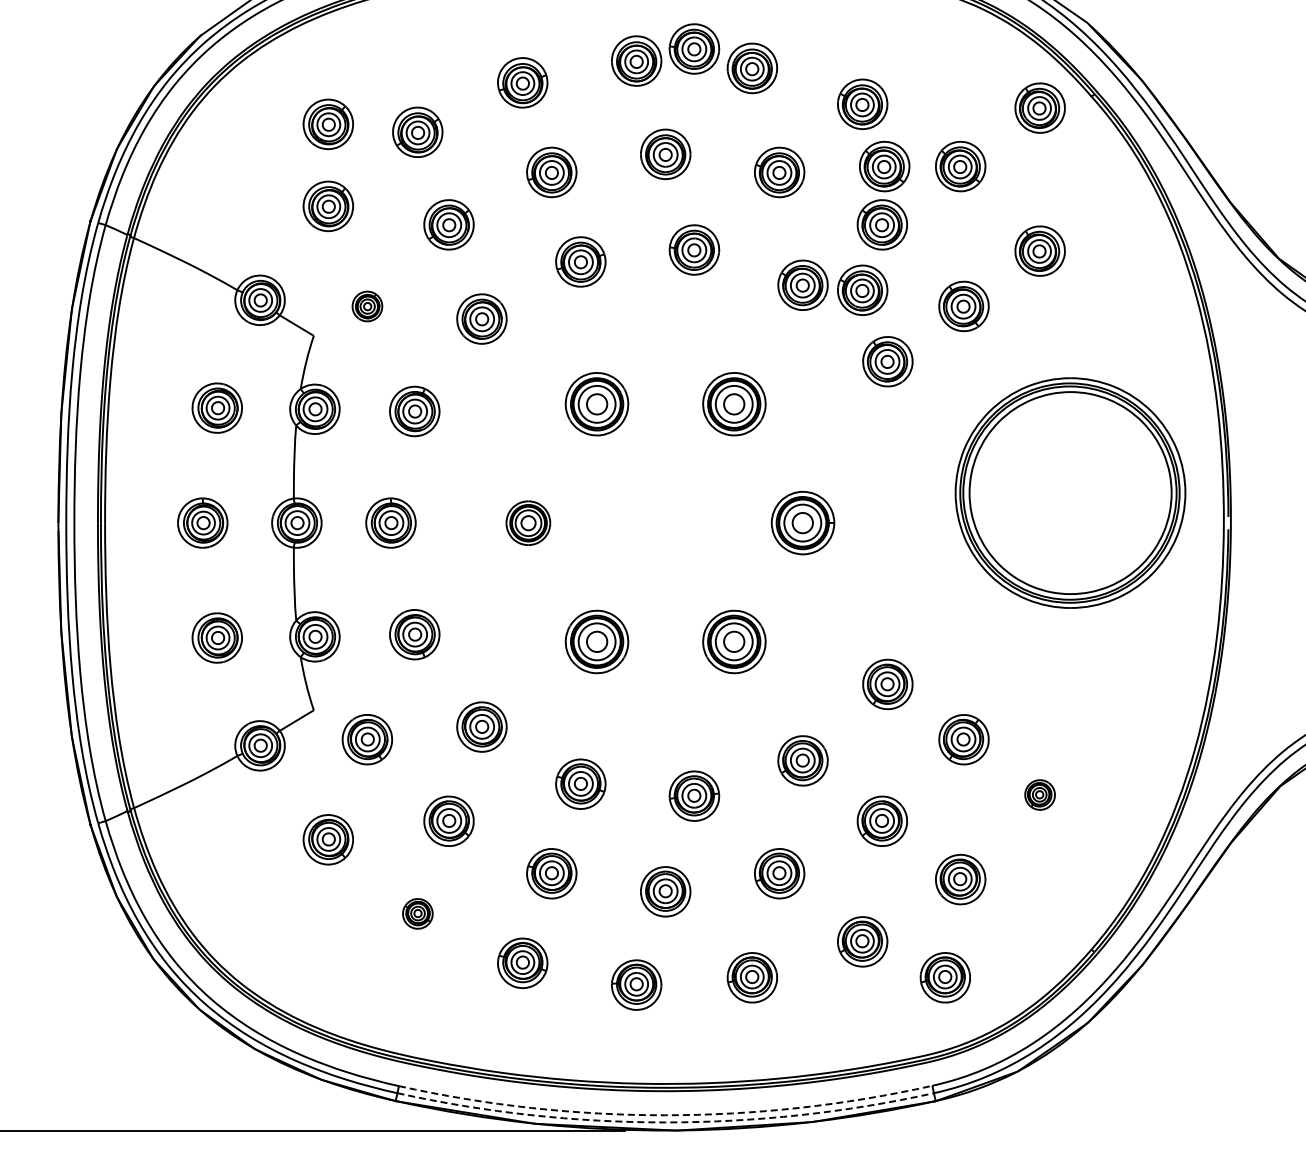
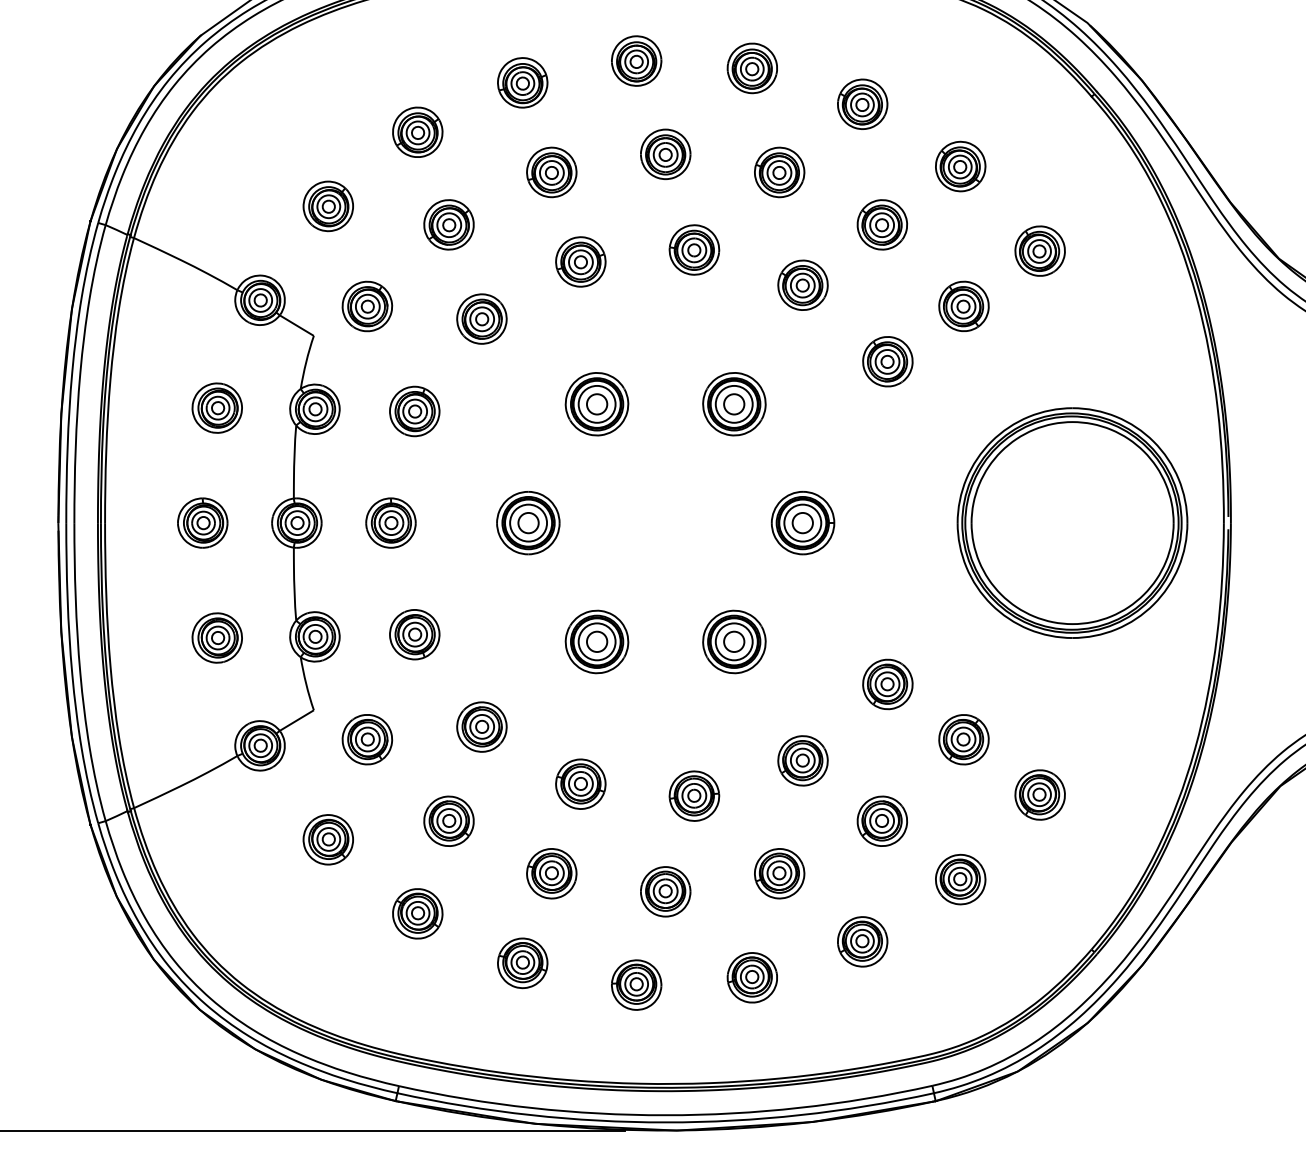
part at (694, 48): present -> none
part at (1039, 107): present -> none
part at (327, 124): present -> none
part at (884, 166): present -> none
part at (862, 289): present -> none
part at (367, 306) size: 33x33 px -> 53x53 px
part at (1070, 492) position: (1070, 492) -> (1072, 522)
part at (528, 522) size: 47x46 px -> 65x65 px
part at (1039, 794) size: 32x32 px -> 52x52 px
part at (417, 913) size: 32x32 px -> 52x52 px
part at (944, 977): present -> none
arc at (665, 1115): dashed -> solid
arc at (665, 1122): dashed -> solid
